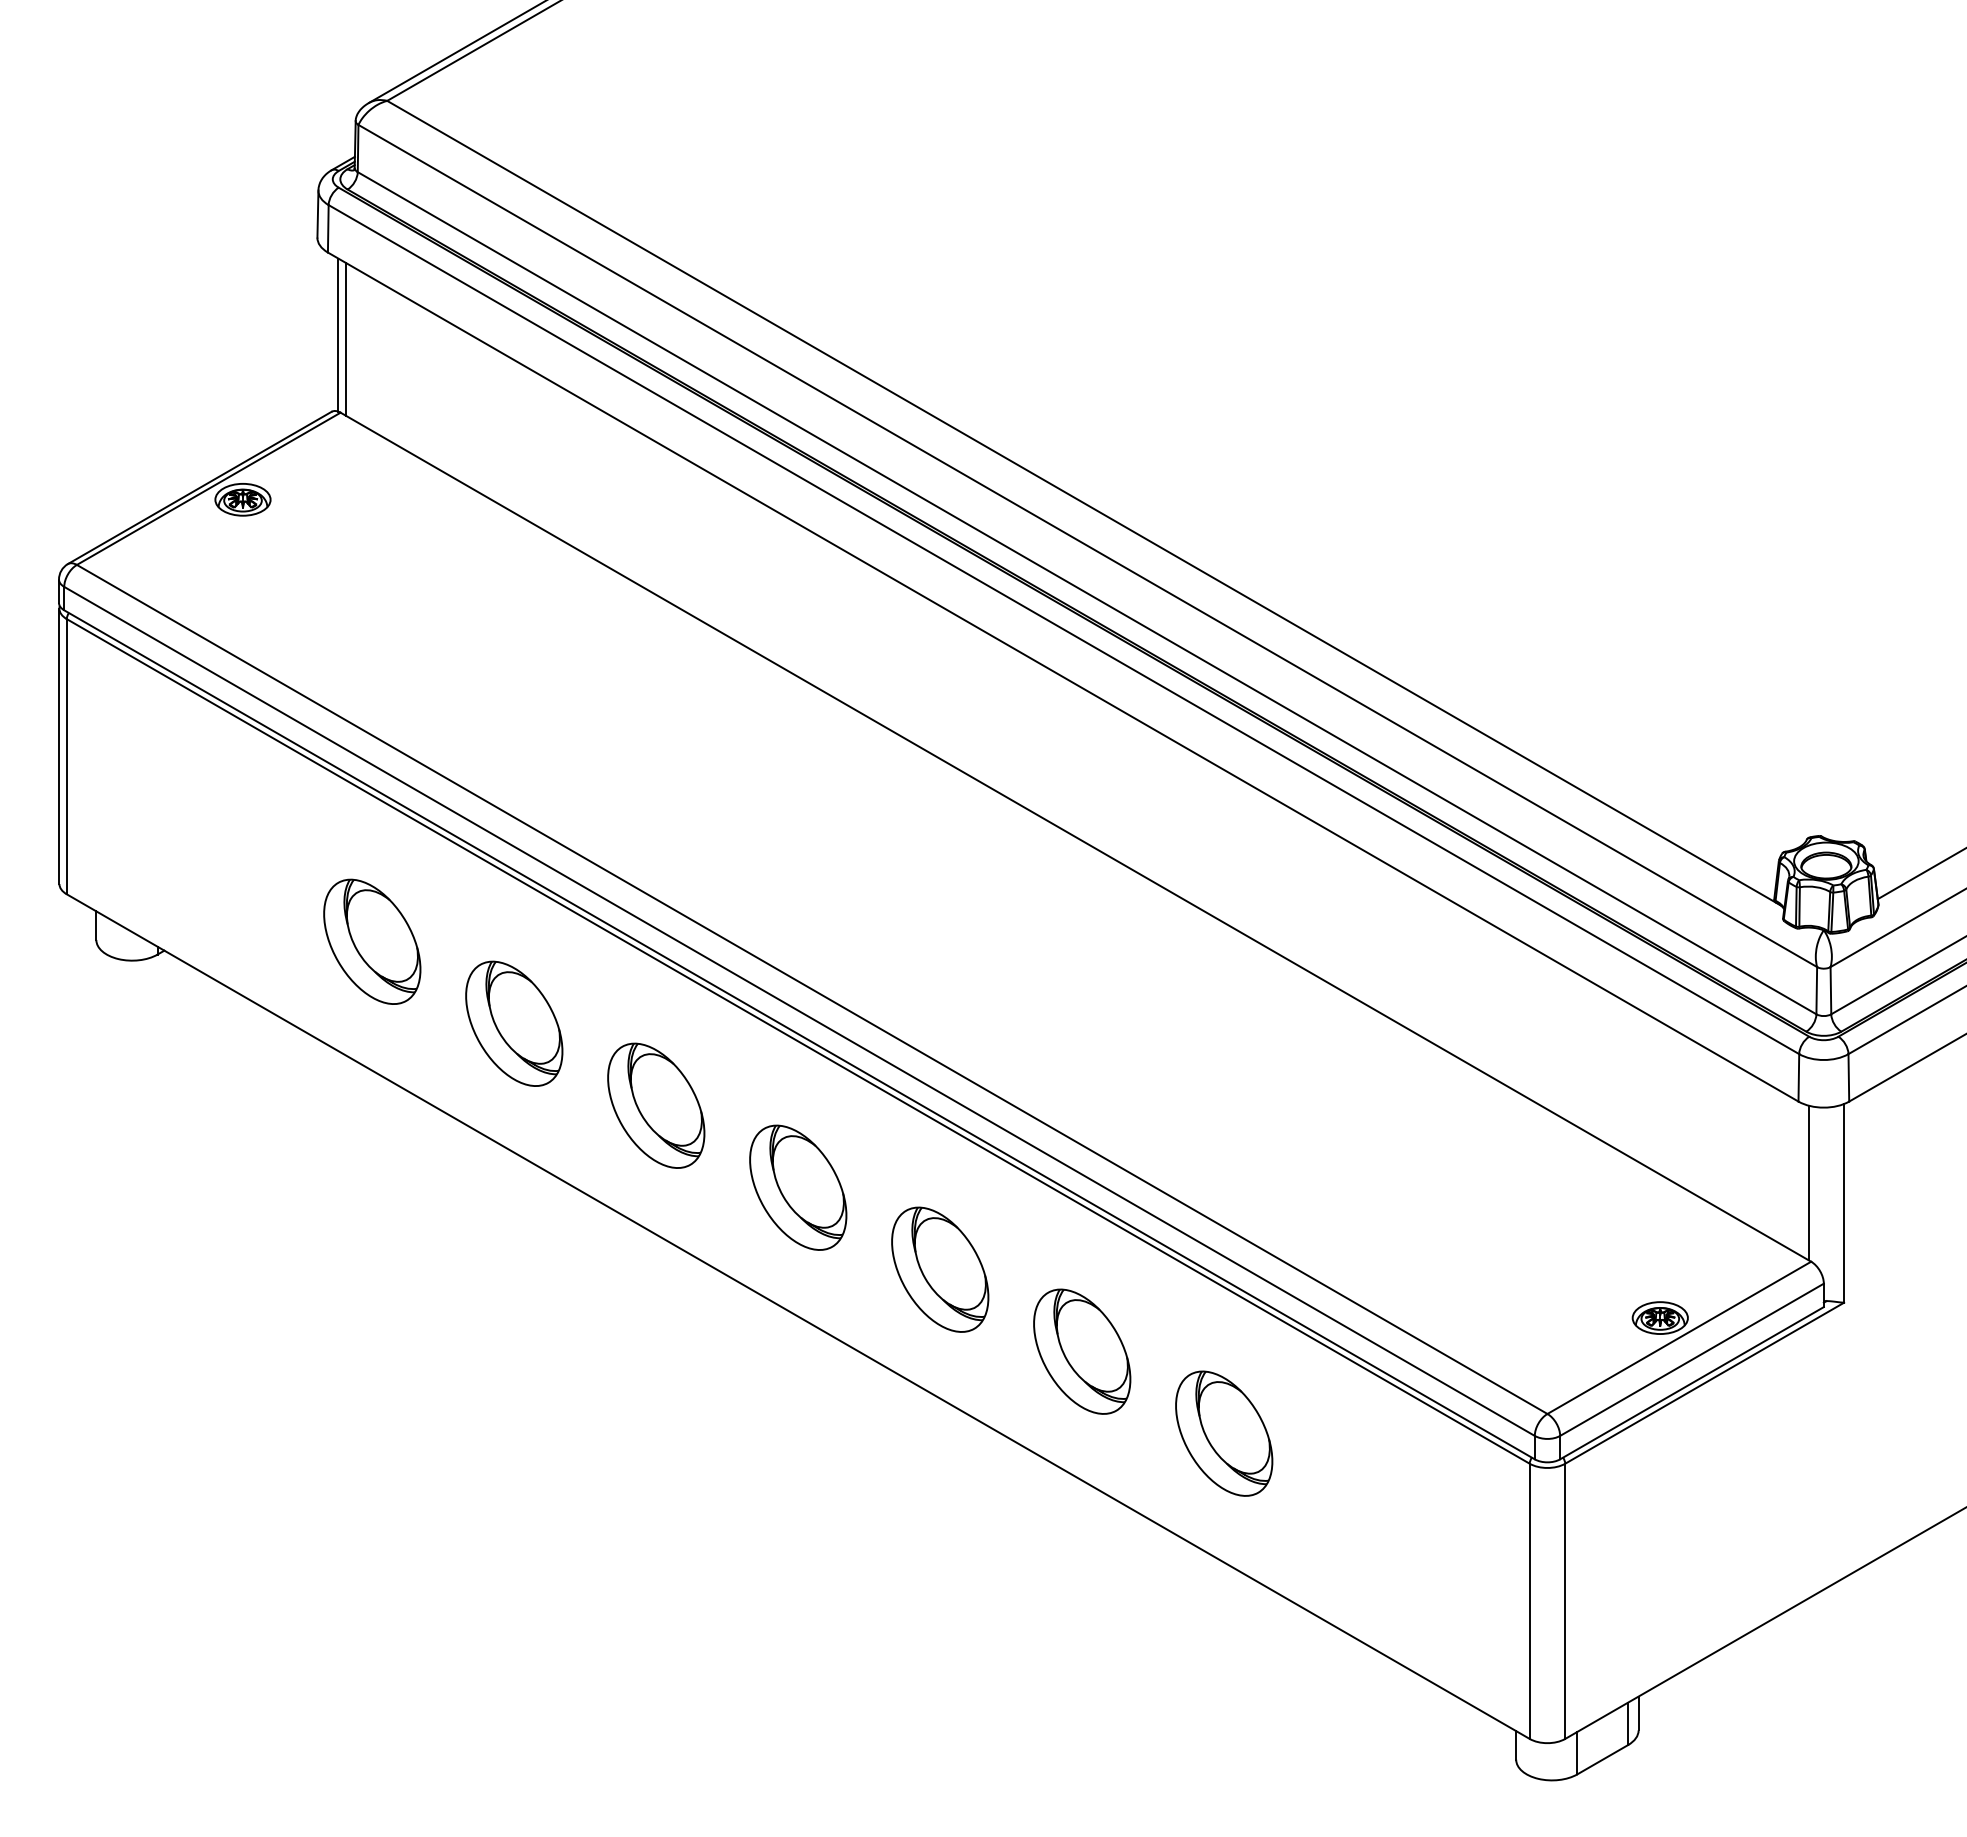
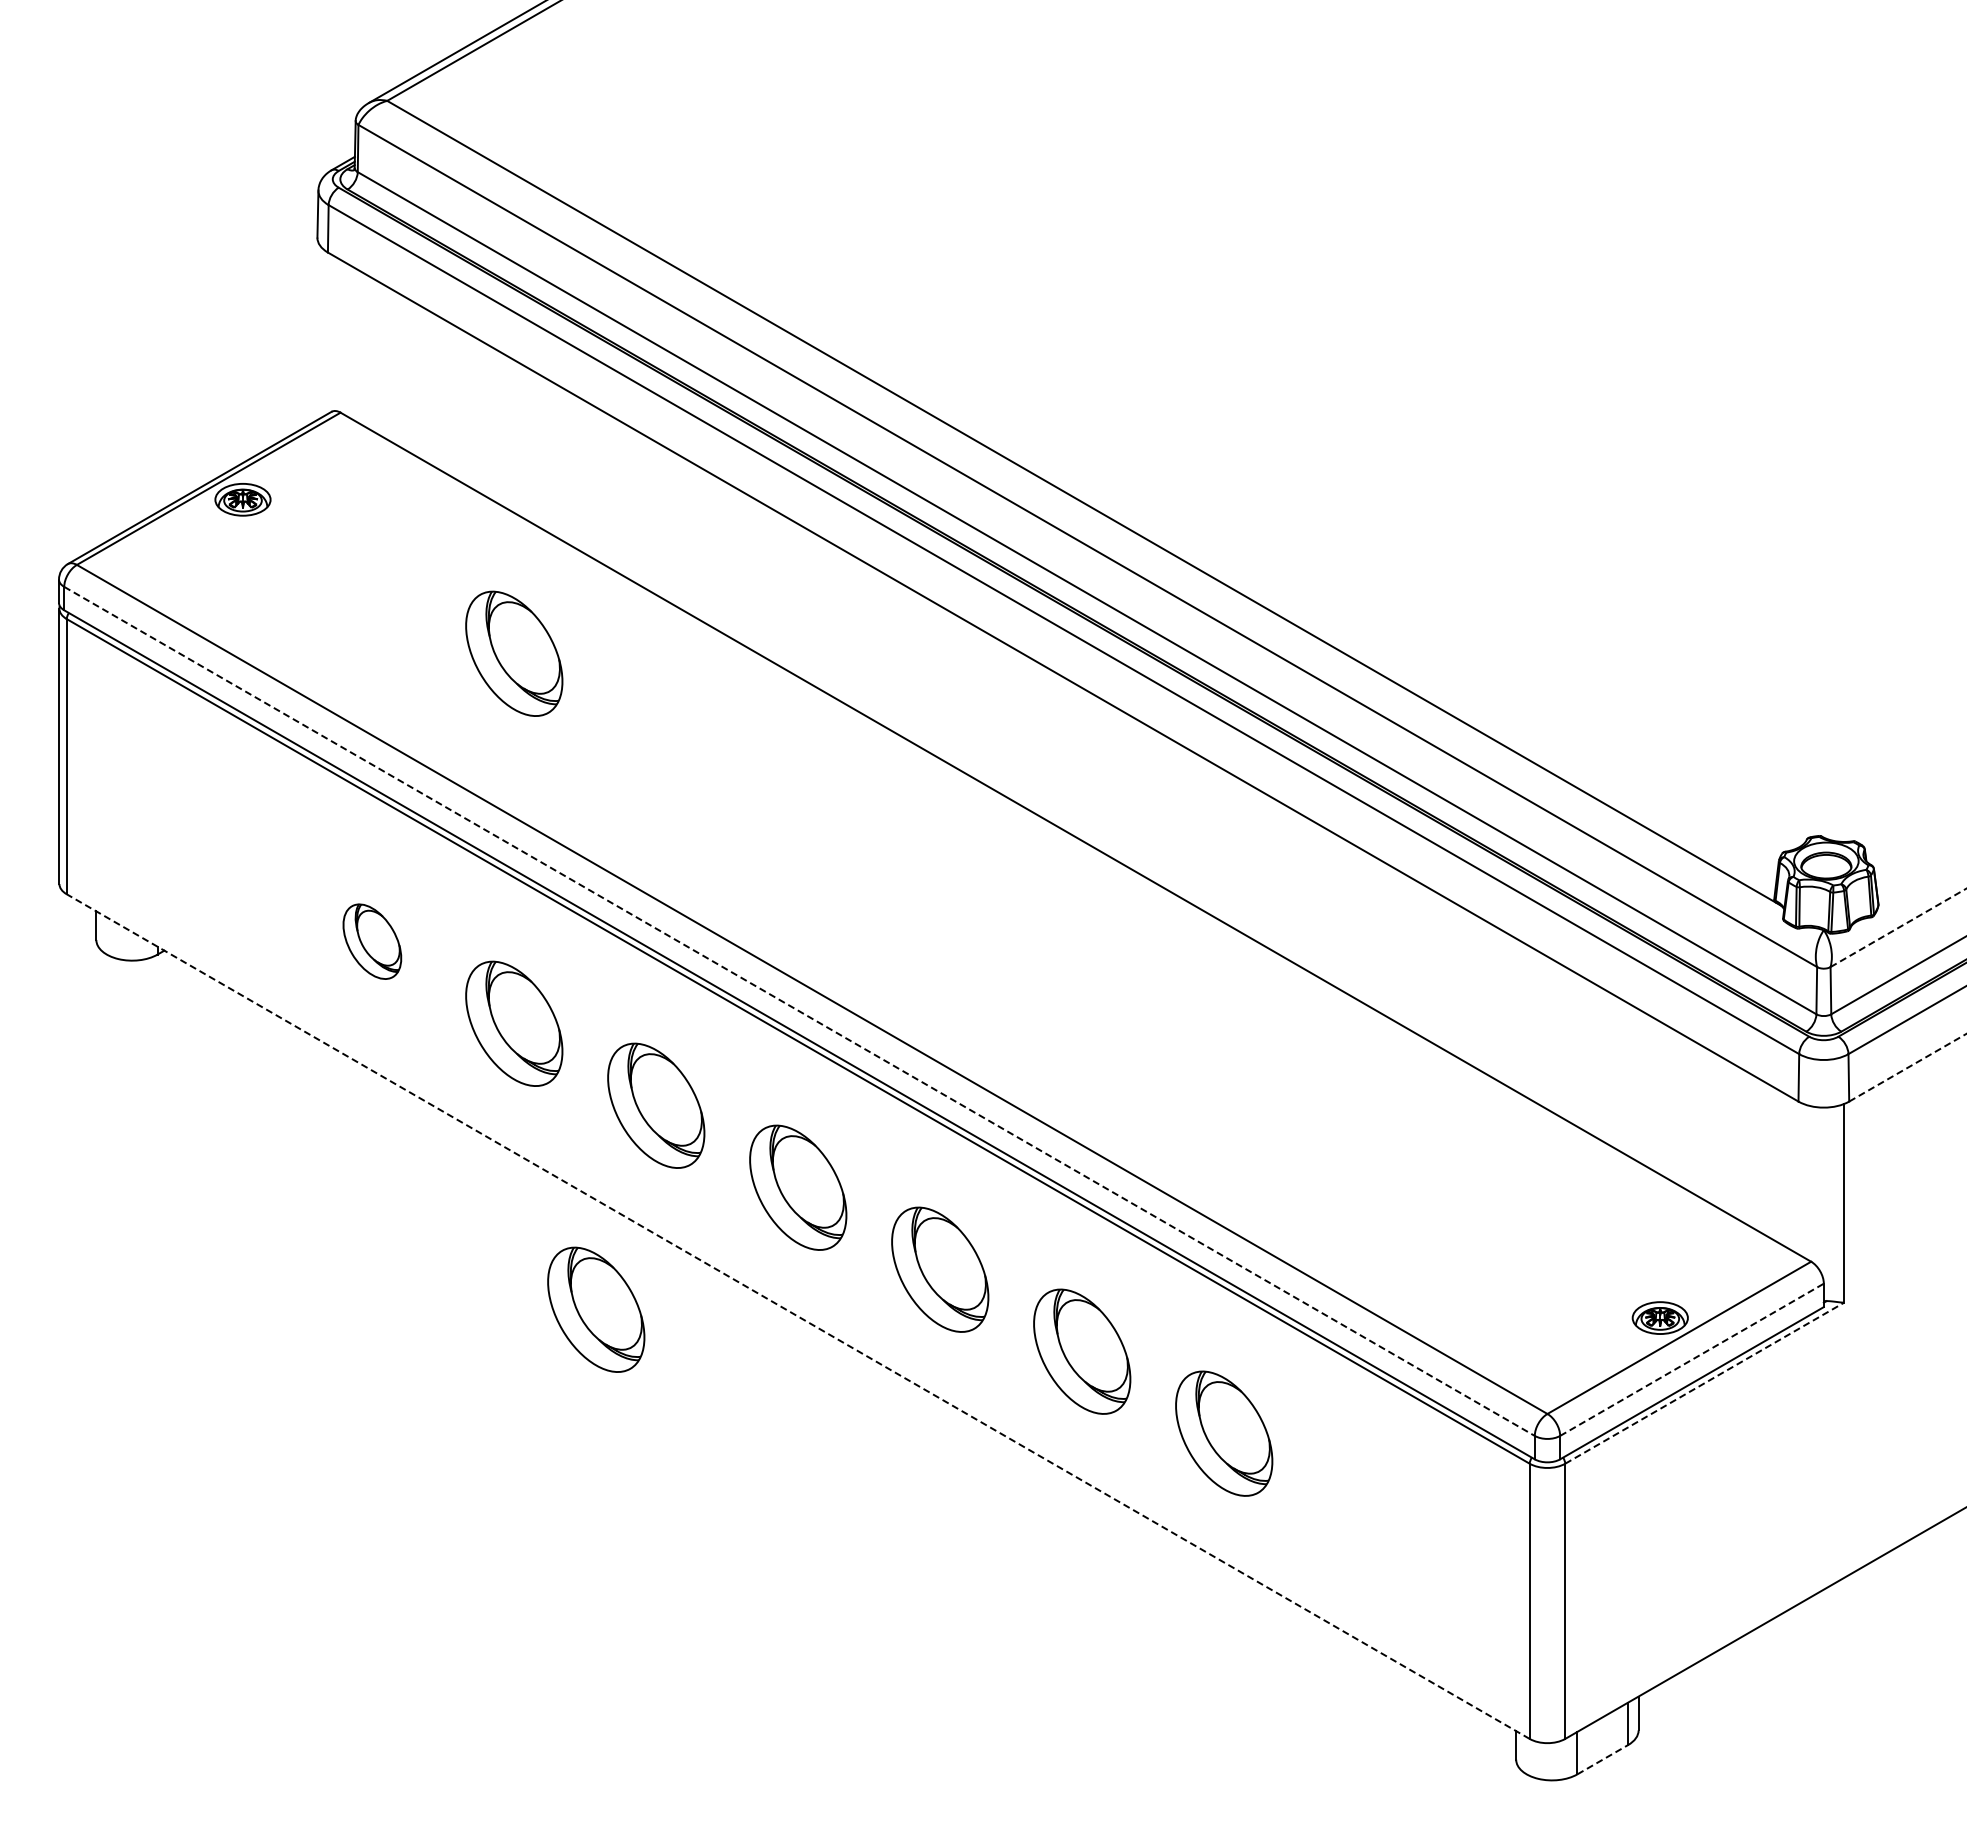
line at (338, 334): present -> none
line at (345, 338): present -> none
part at (514, 653): none -> present
line at (1920, 874): present -> none
line at (1898, 927): solid -> dashed
part at (372, 941) size: 99x127 px -> 61x77 px
line at (799, 1011): solid -> dashed
line at (1908, 1067): solid -> dashed
line at (1808, 1182): present -> none
part at (596, 1309): none -> present
line at (798, 1316): solid -> dashed
line at (1692, 1359): solid -> dashed
line at (1705, 1382): solid -> dashed
line at (1603, 1759): solid -> dashed
